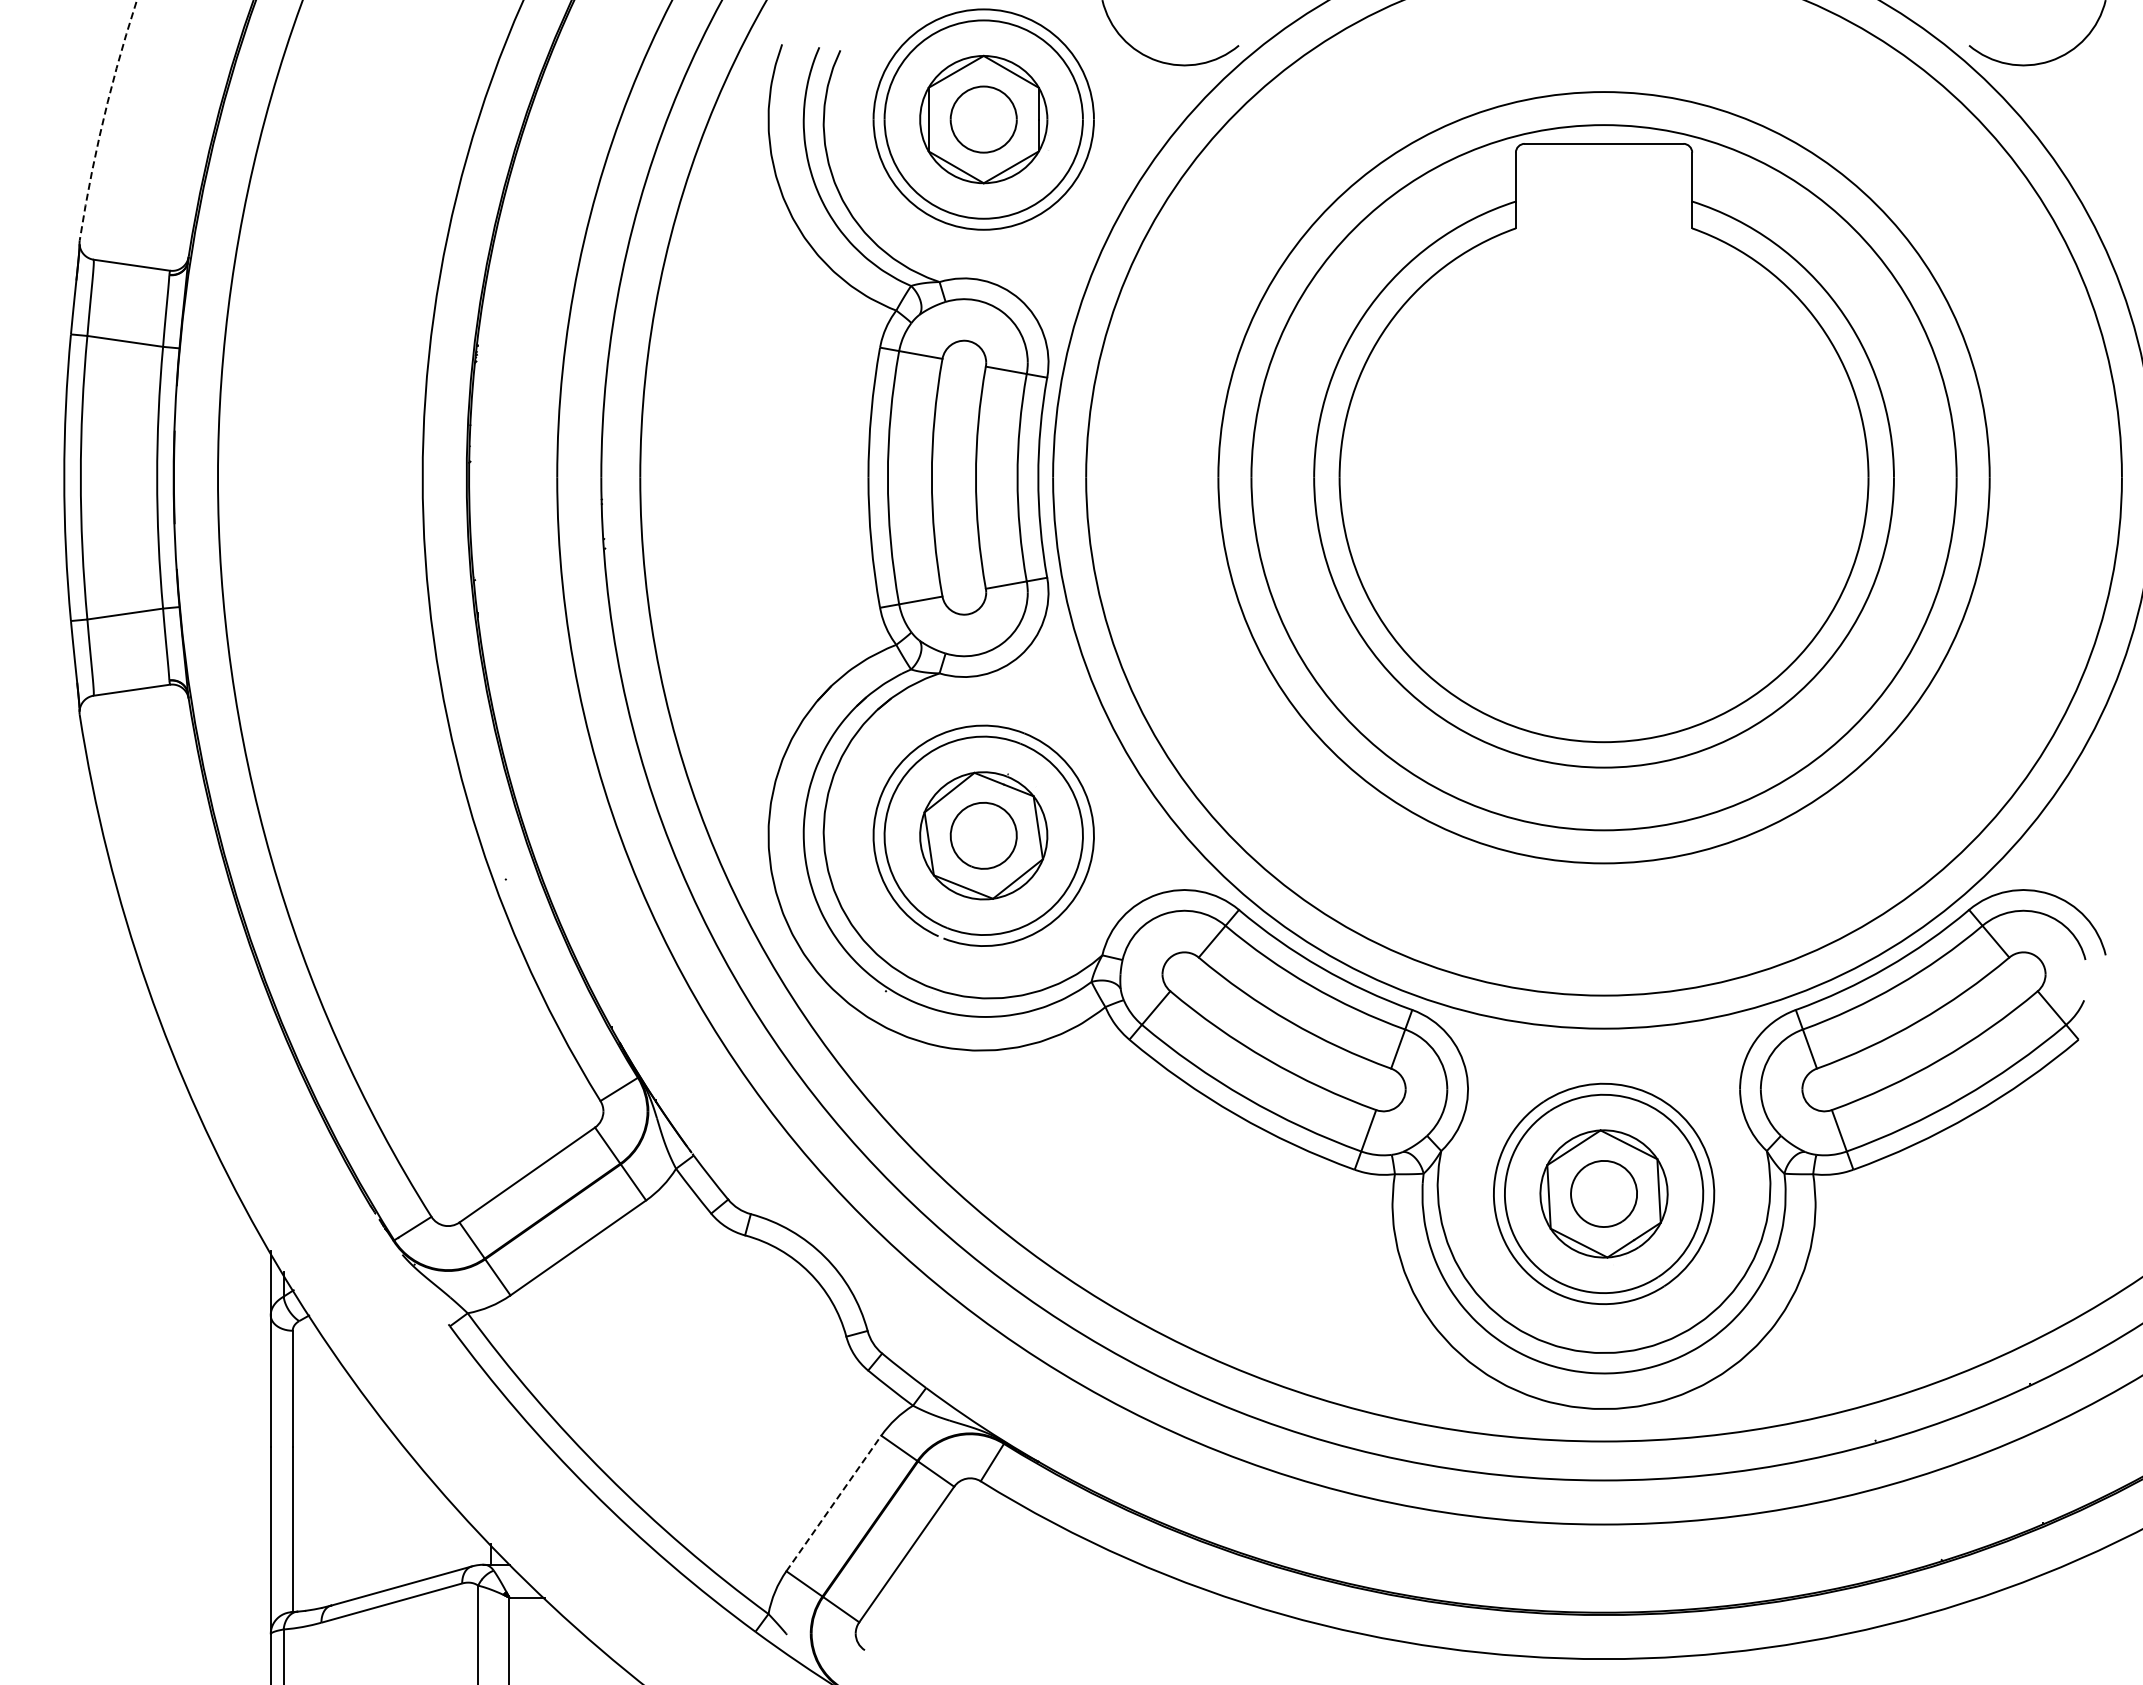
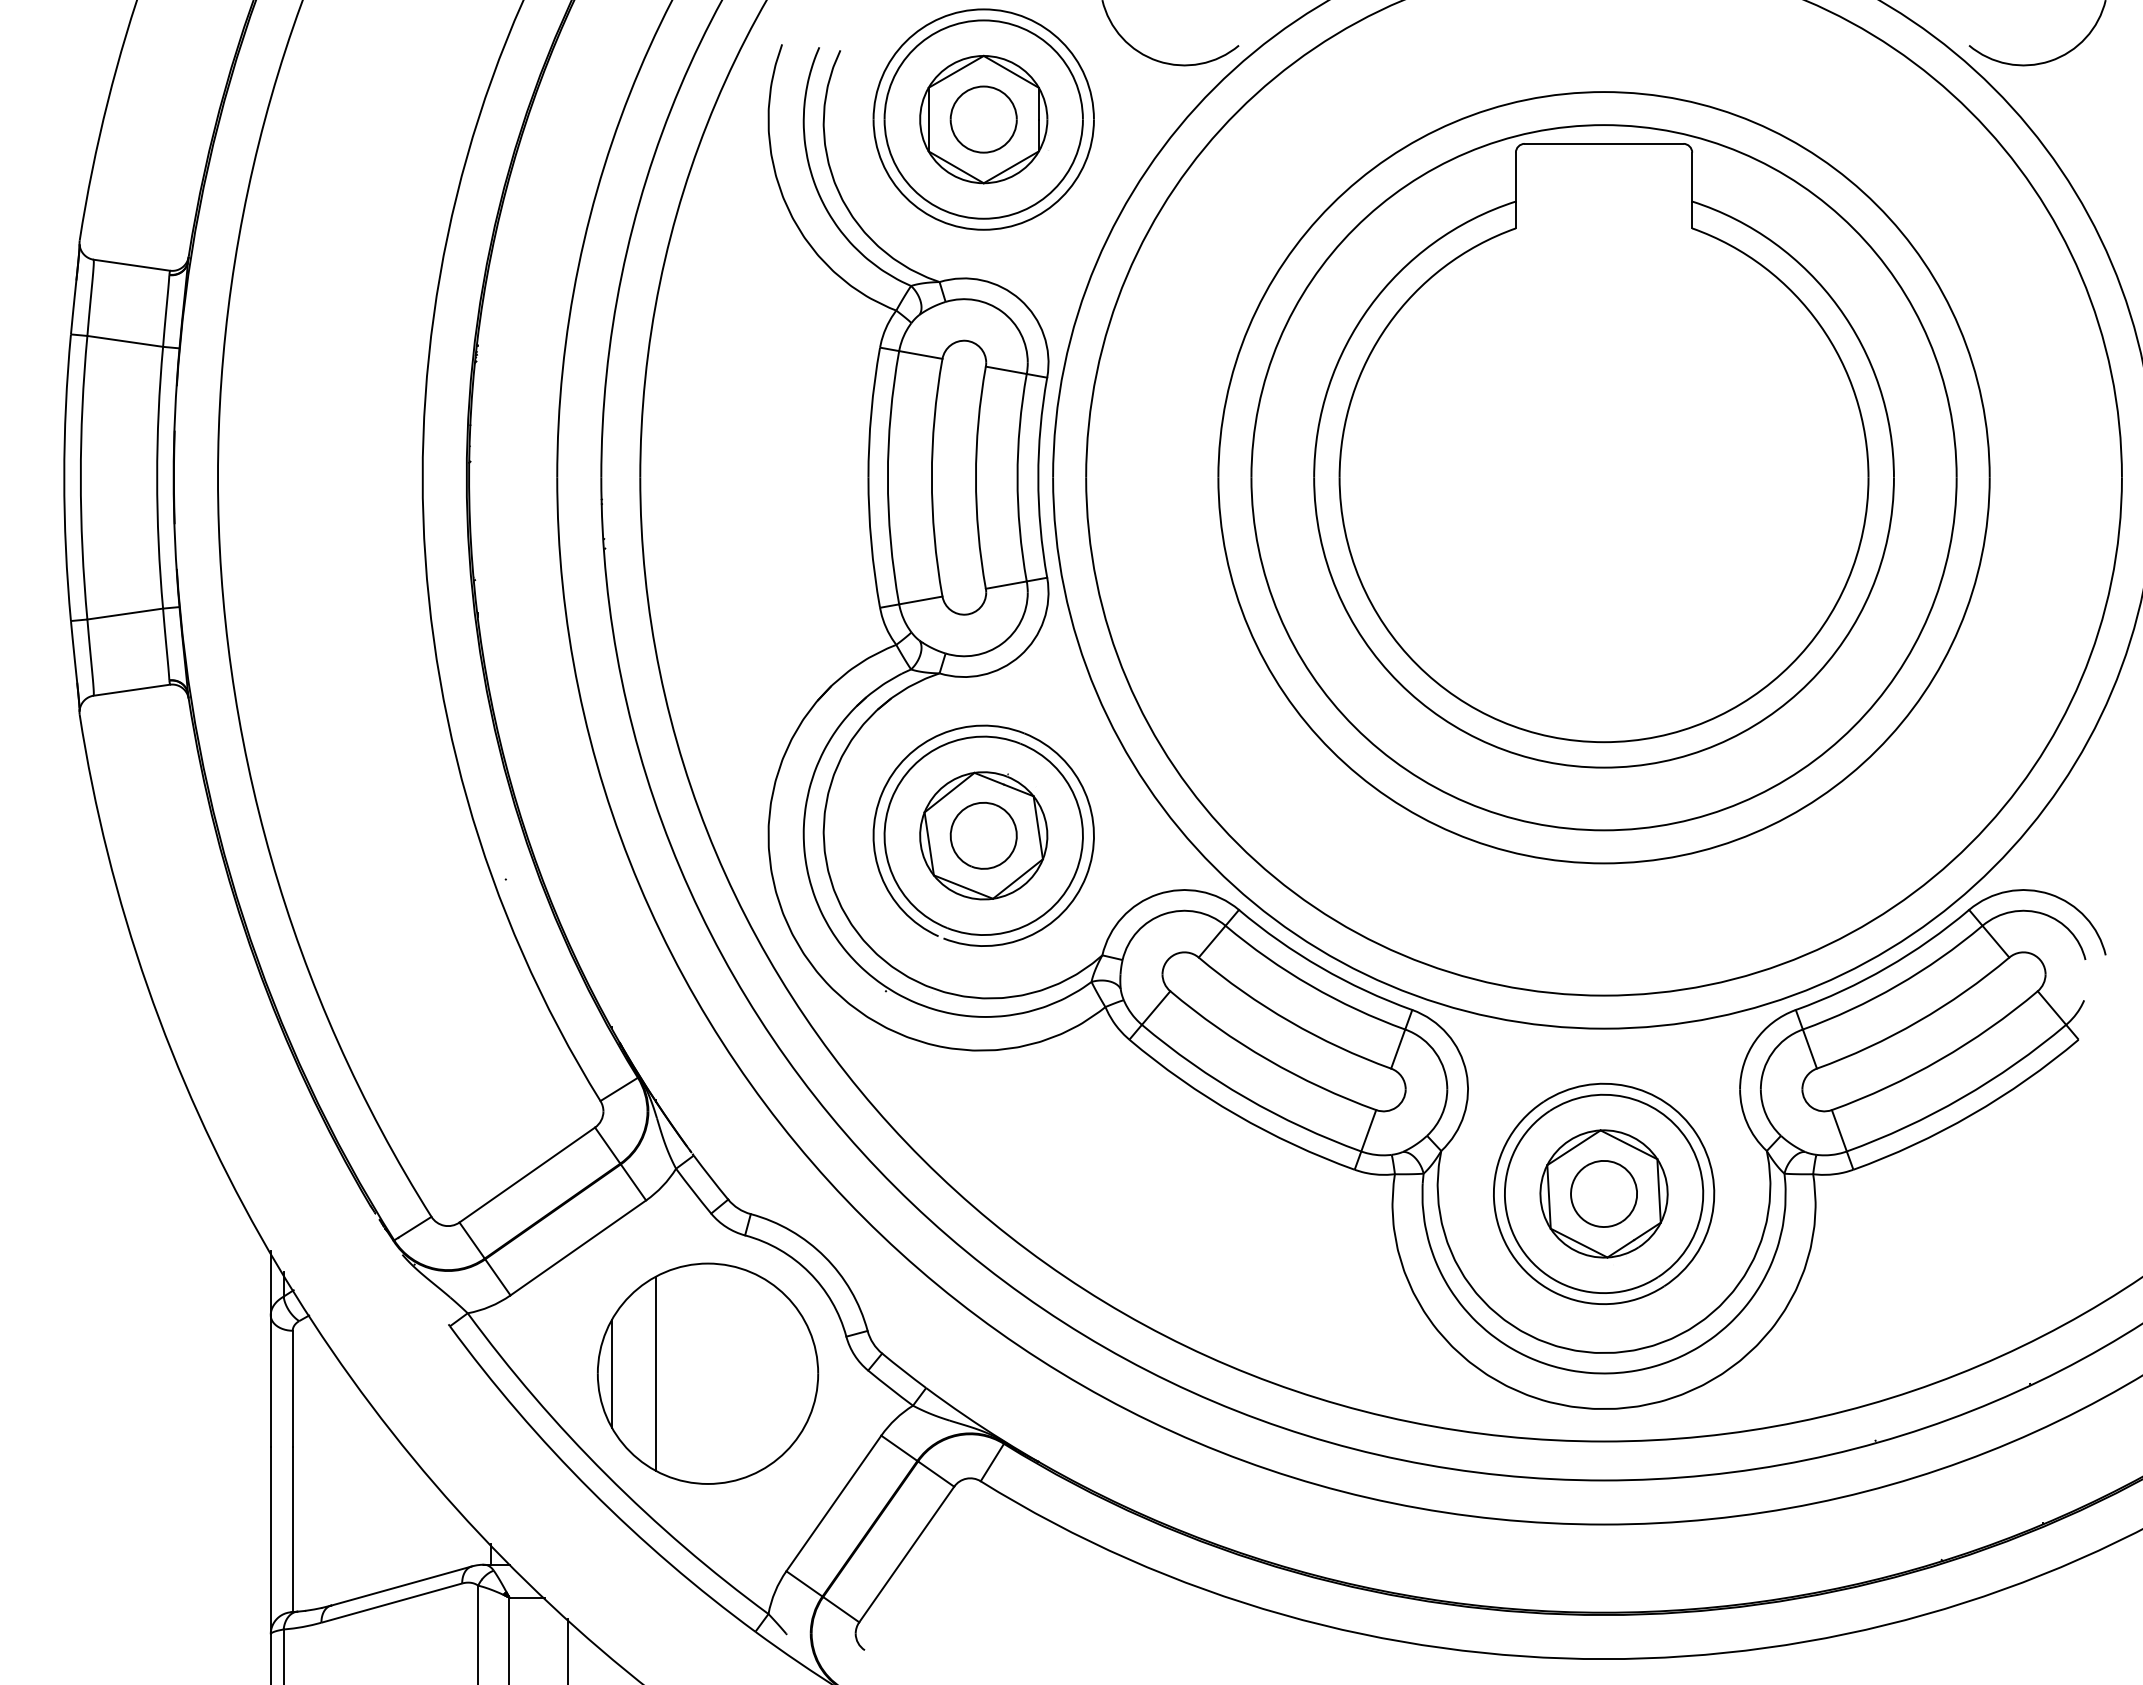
arc at (103, 120): dashed -> solid
part at (707, 1373): none -> present
line at (833, 1503): dashed -> solid
line at (568, 1649): none -> present
